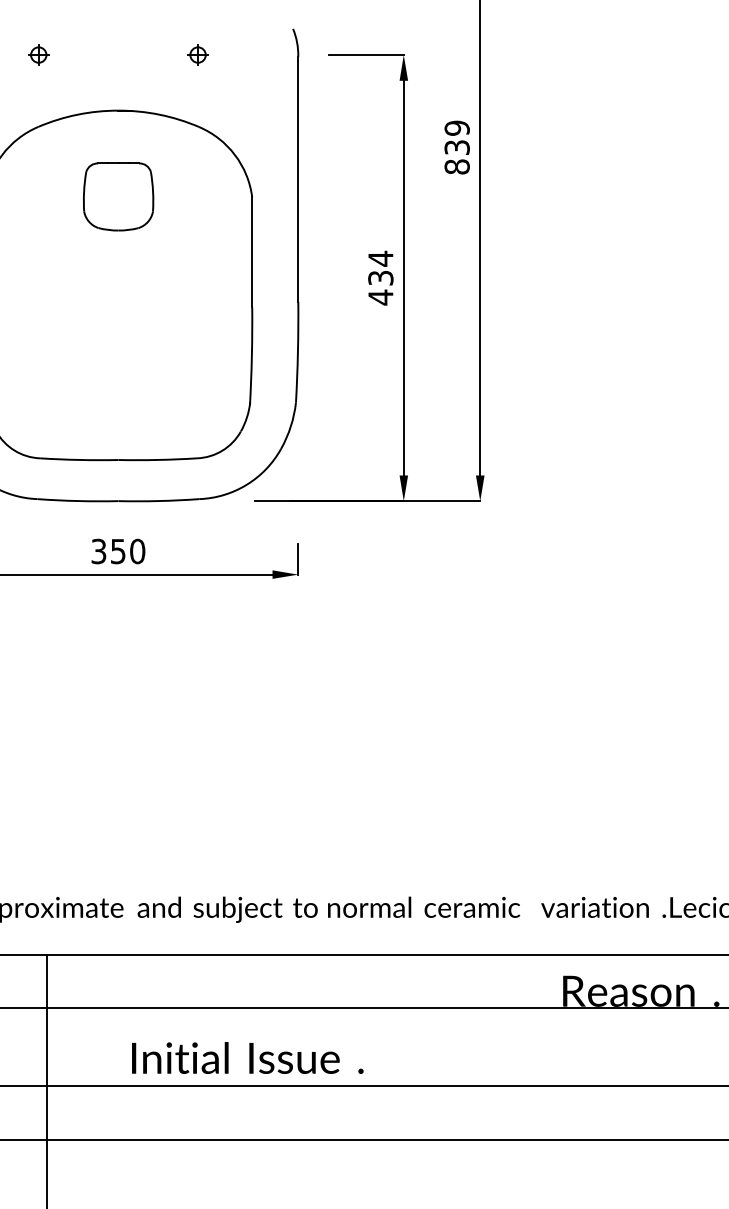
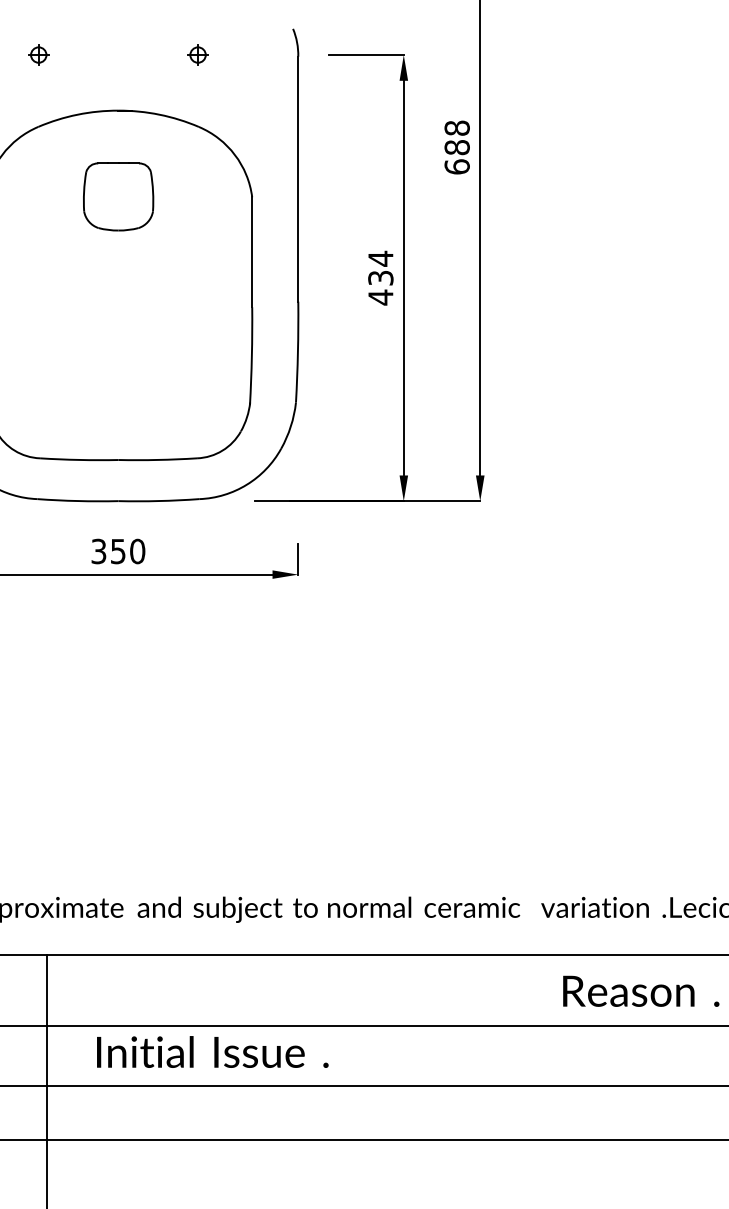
text at (456, 147): 839 -> 688
line at (363, 1007) position: (363, 1007) -> (363, 1025)
text at (247, 1057) position: (247, 1057) -> (212, 1051)
